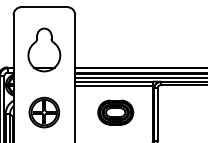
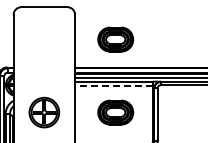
part at (115, 39): none -> present
part at (44, 49): present -> none
line at (113, 86): solid -> dashed
